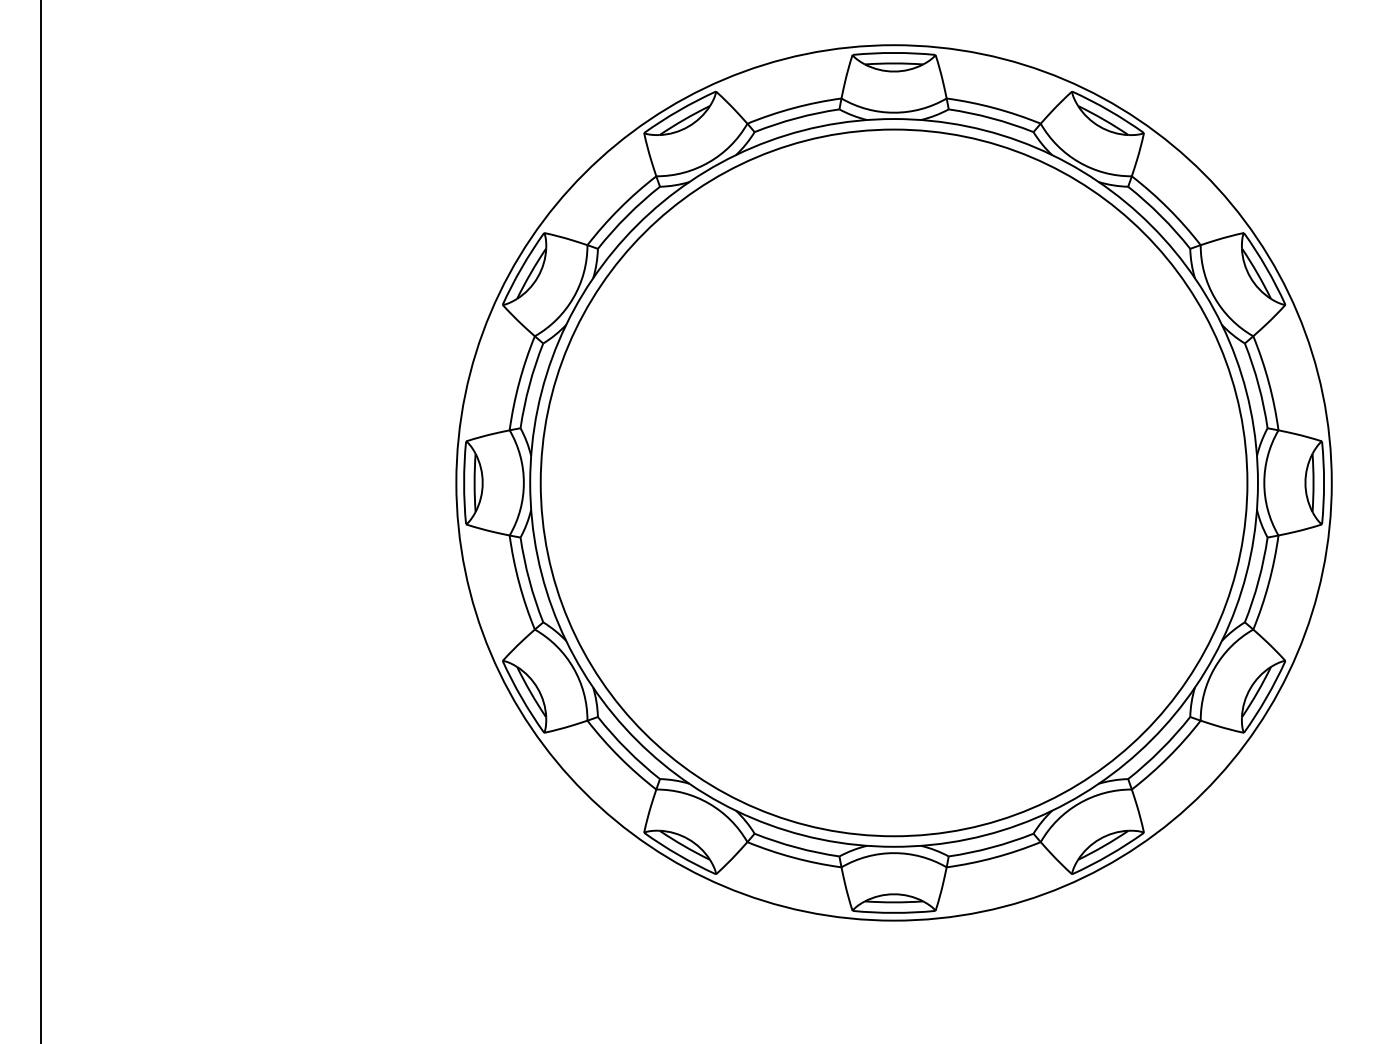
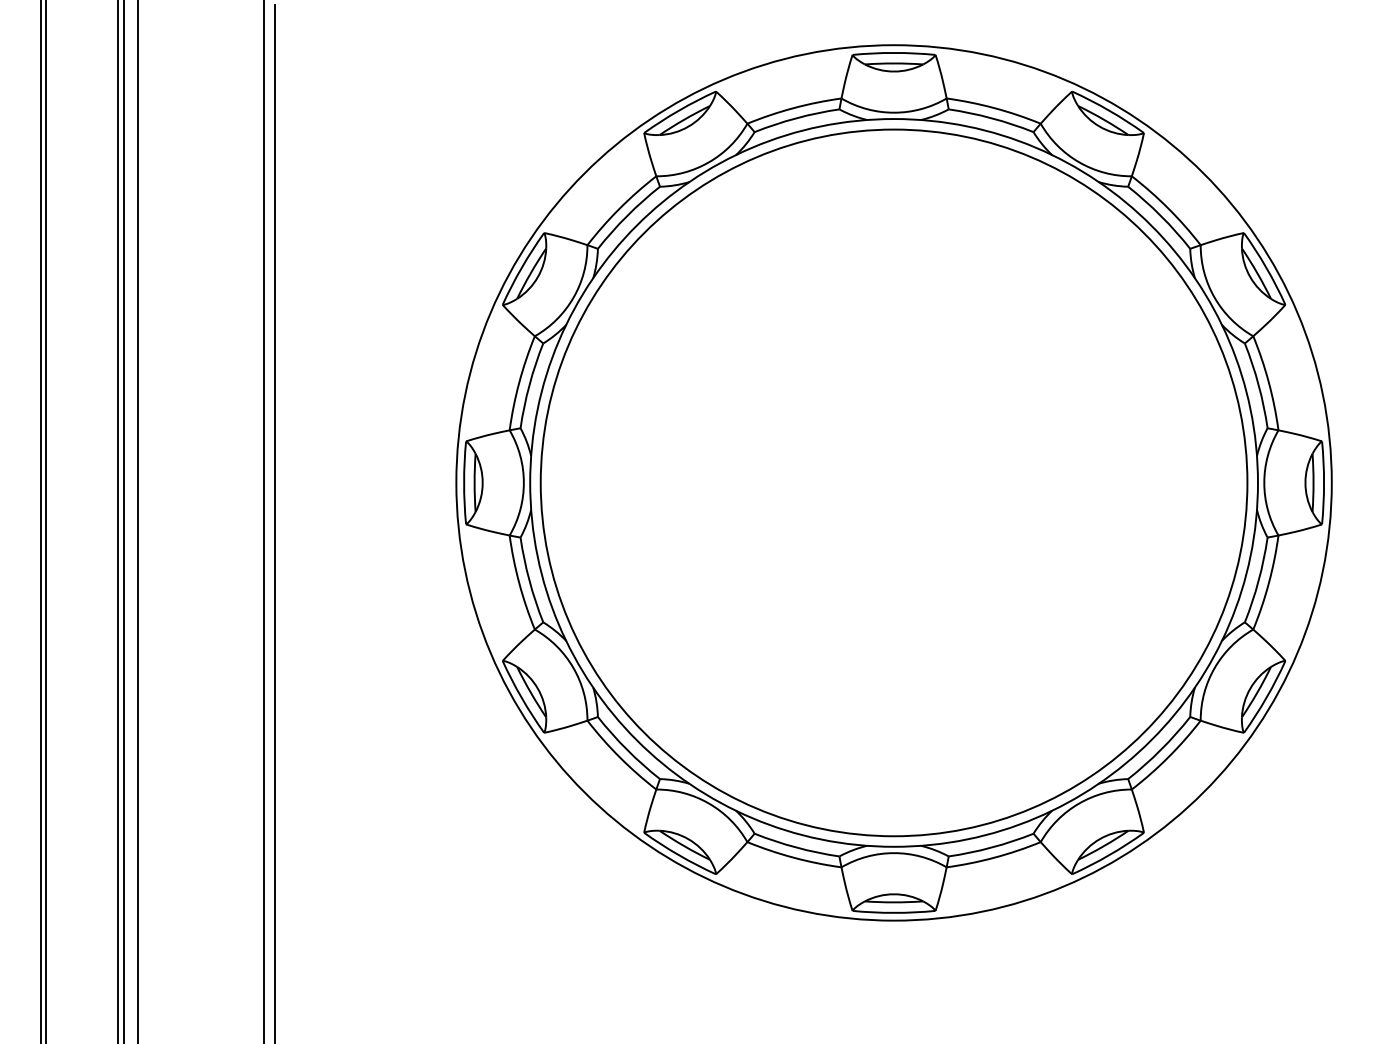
line at (46, 521): none -> present
line at (118, 521): none -> present
line at (123, 521): none -> present
line at (137, 521): none -> present
line at (264, 521): none -> present
line at (274, 522): none -> present
